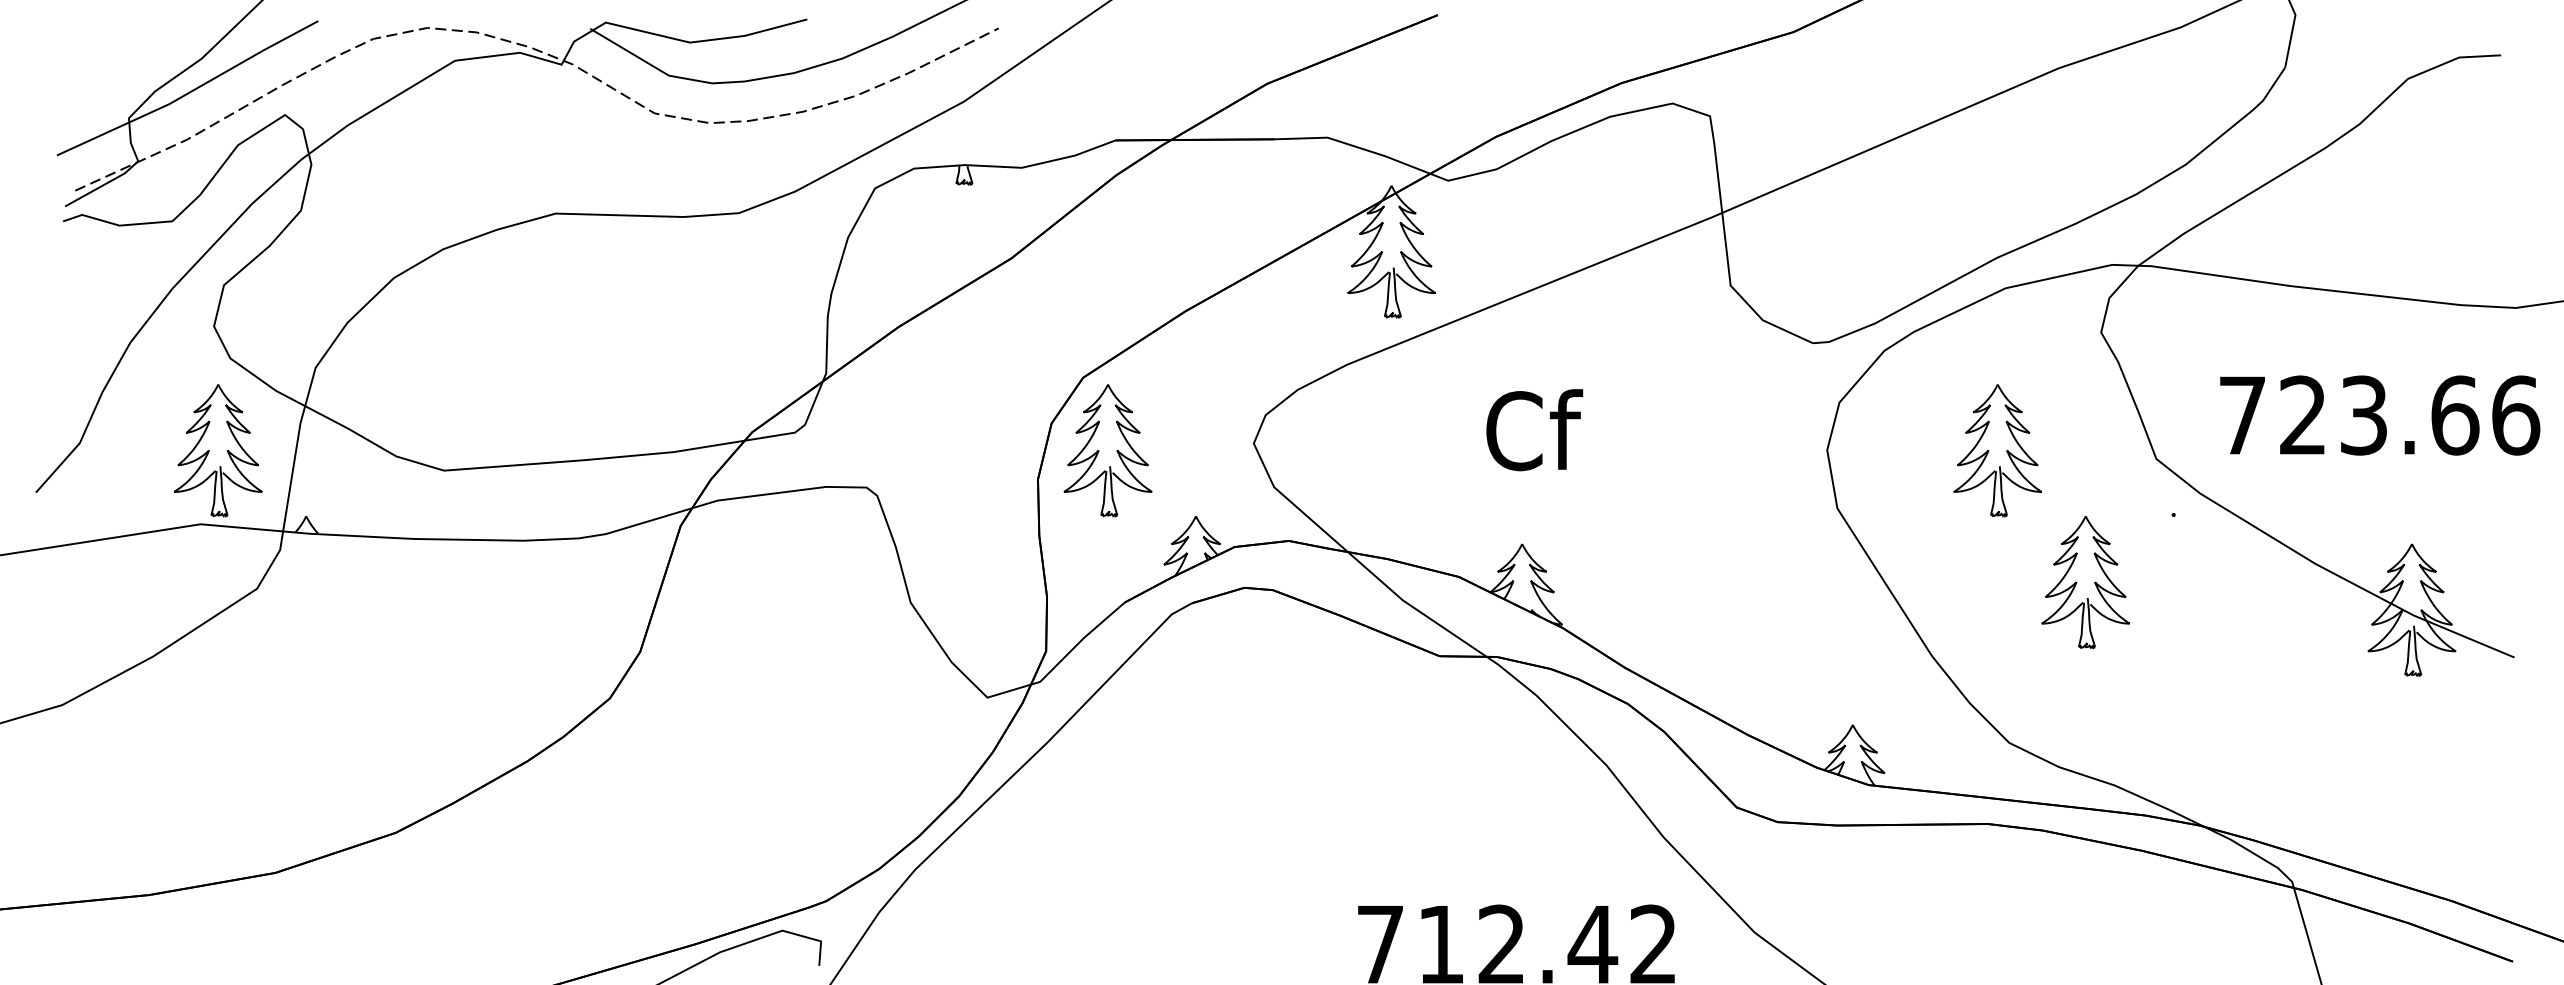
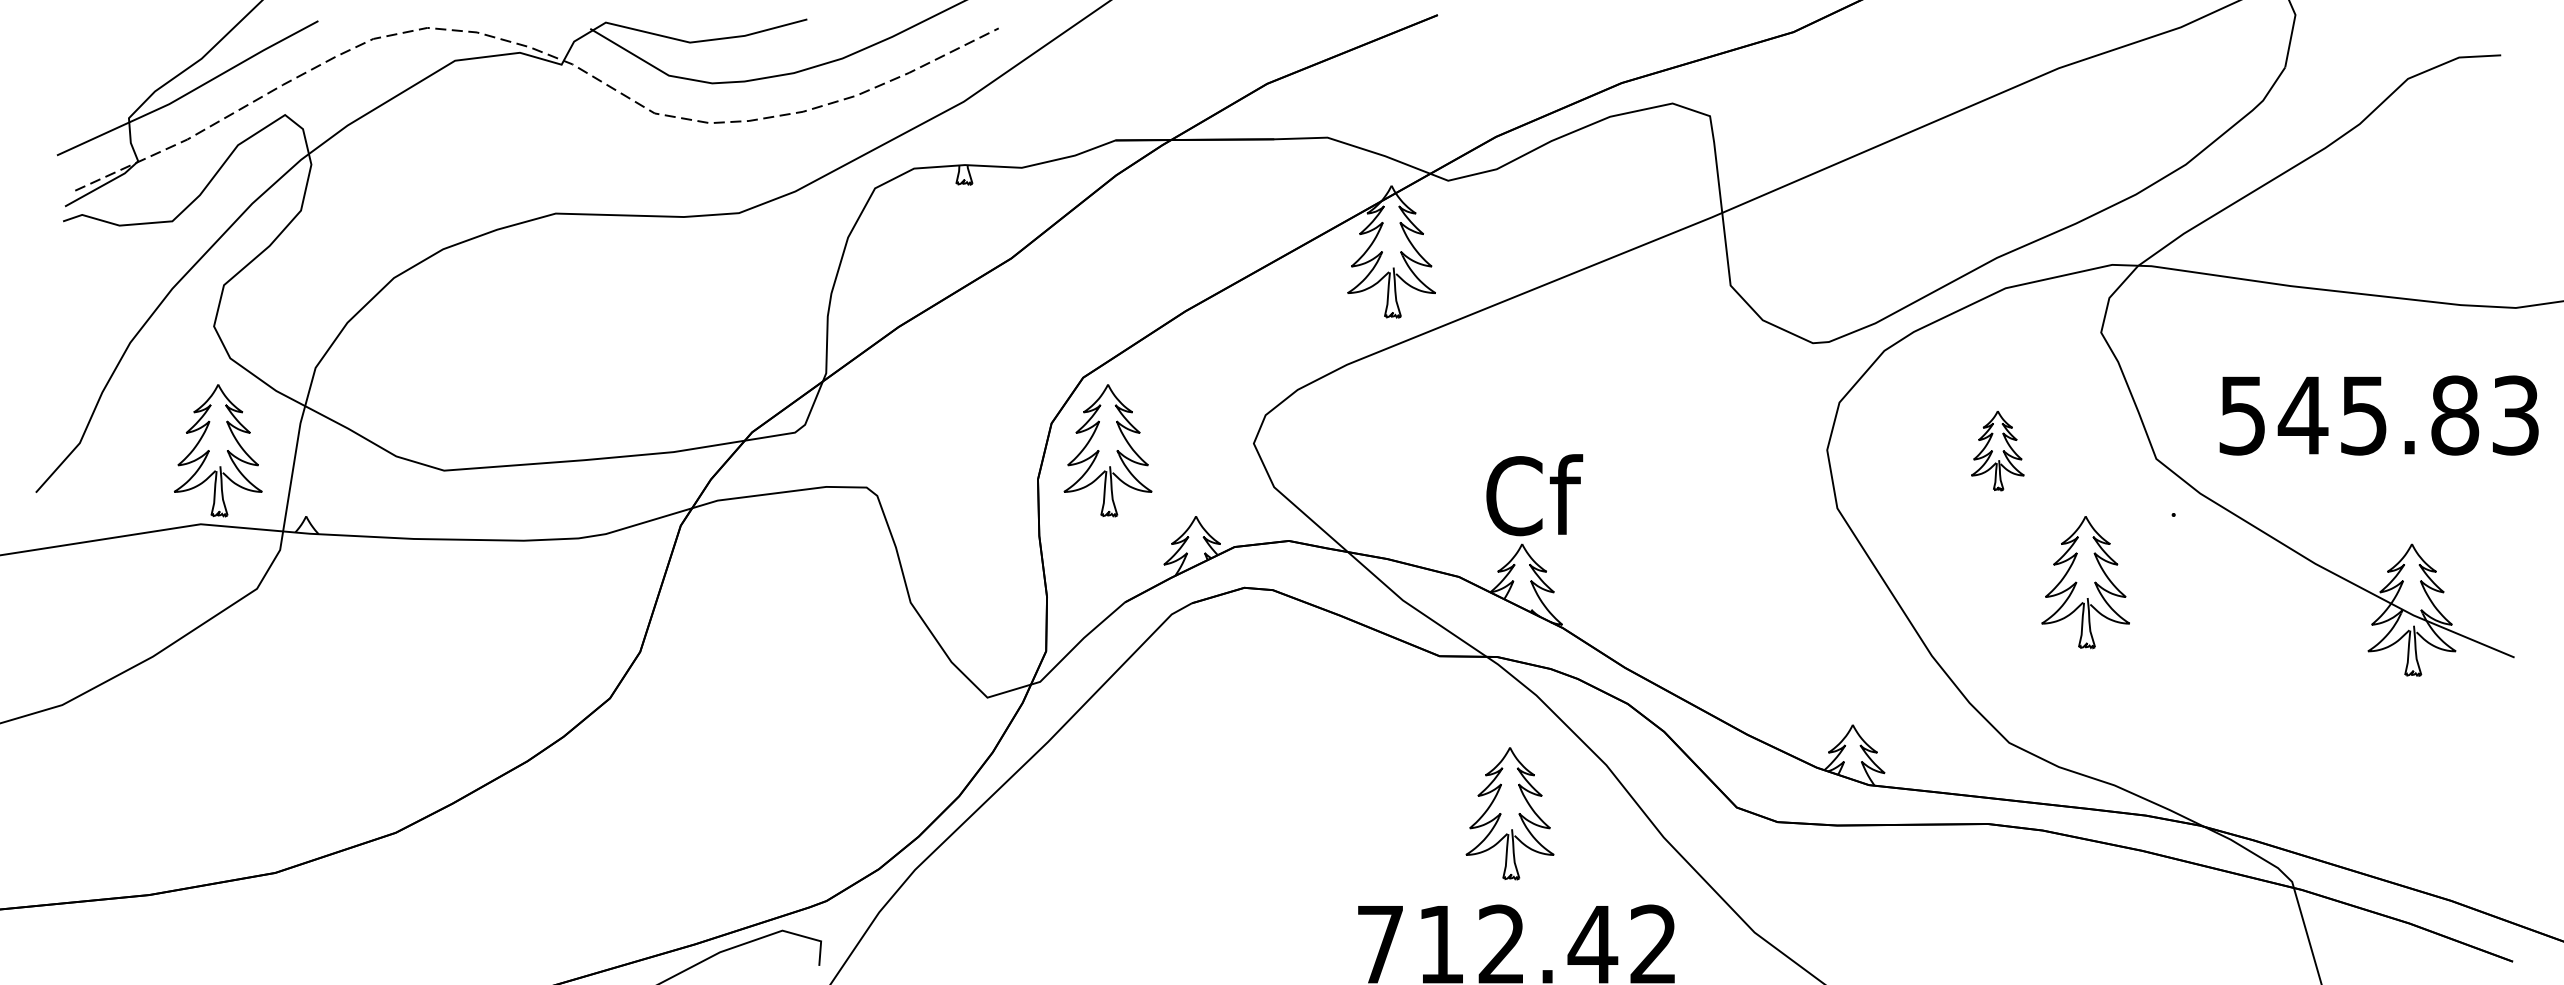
text at (2379, 415): 723.66 -> 545.83
text at (1534, 430) position: (1534, 430) -> (1534, 495)
part at (1997, 450) size: 90x134 px -> 54x81 px
part at (1509, 813): none -> present
